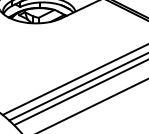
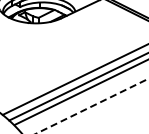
line at (92, 106): solid -> dashed
